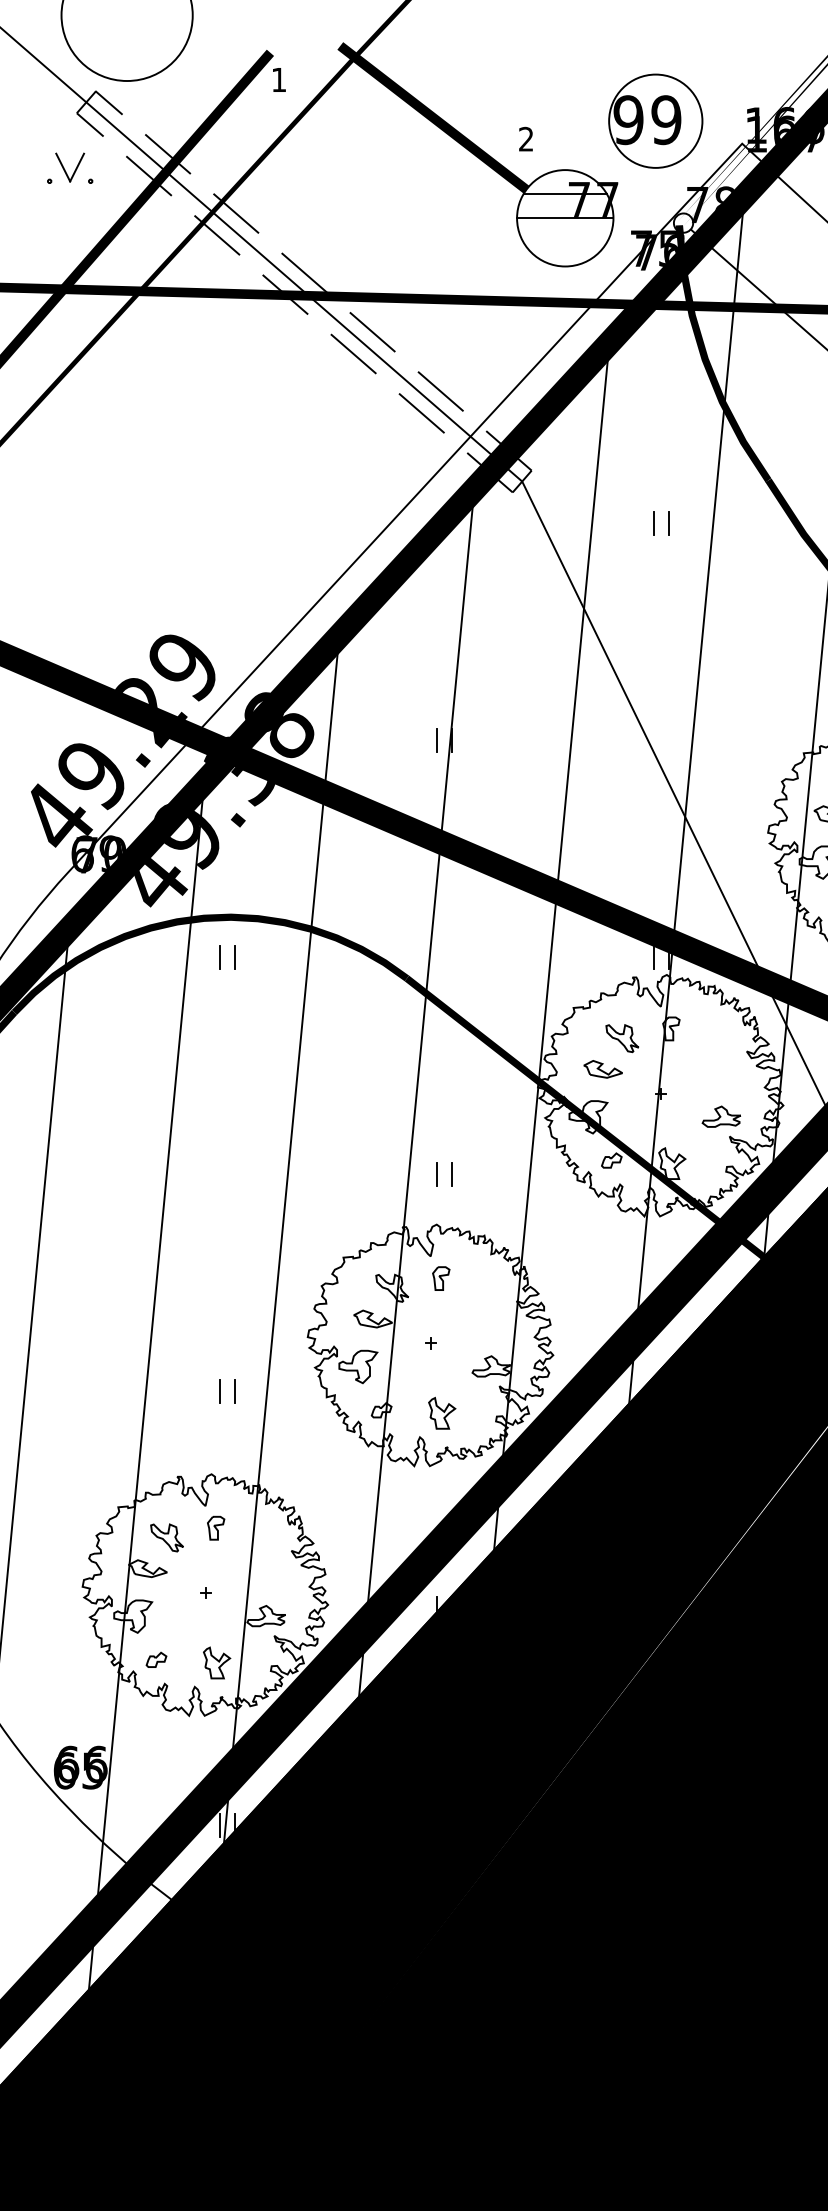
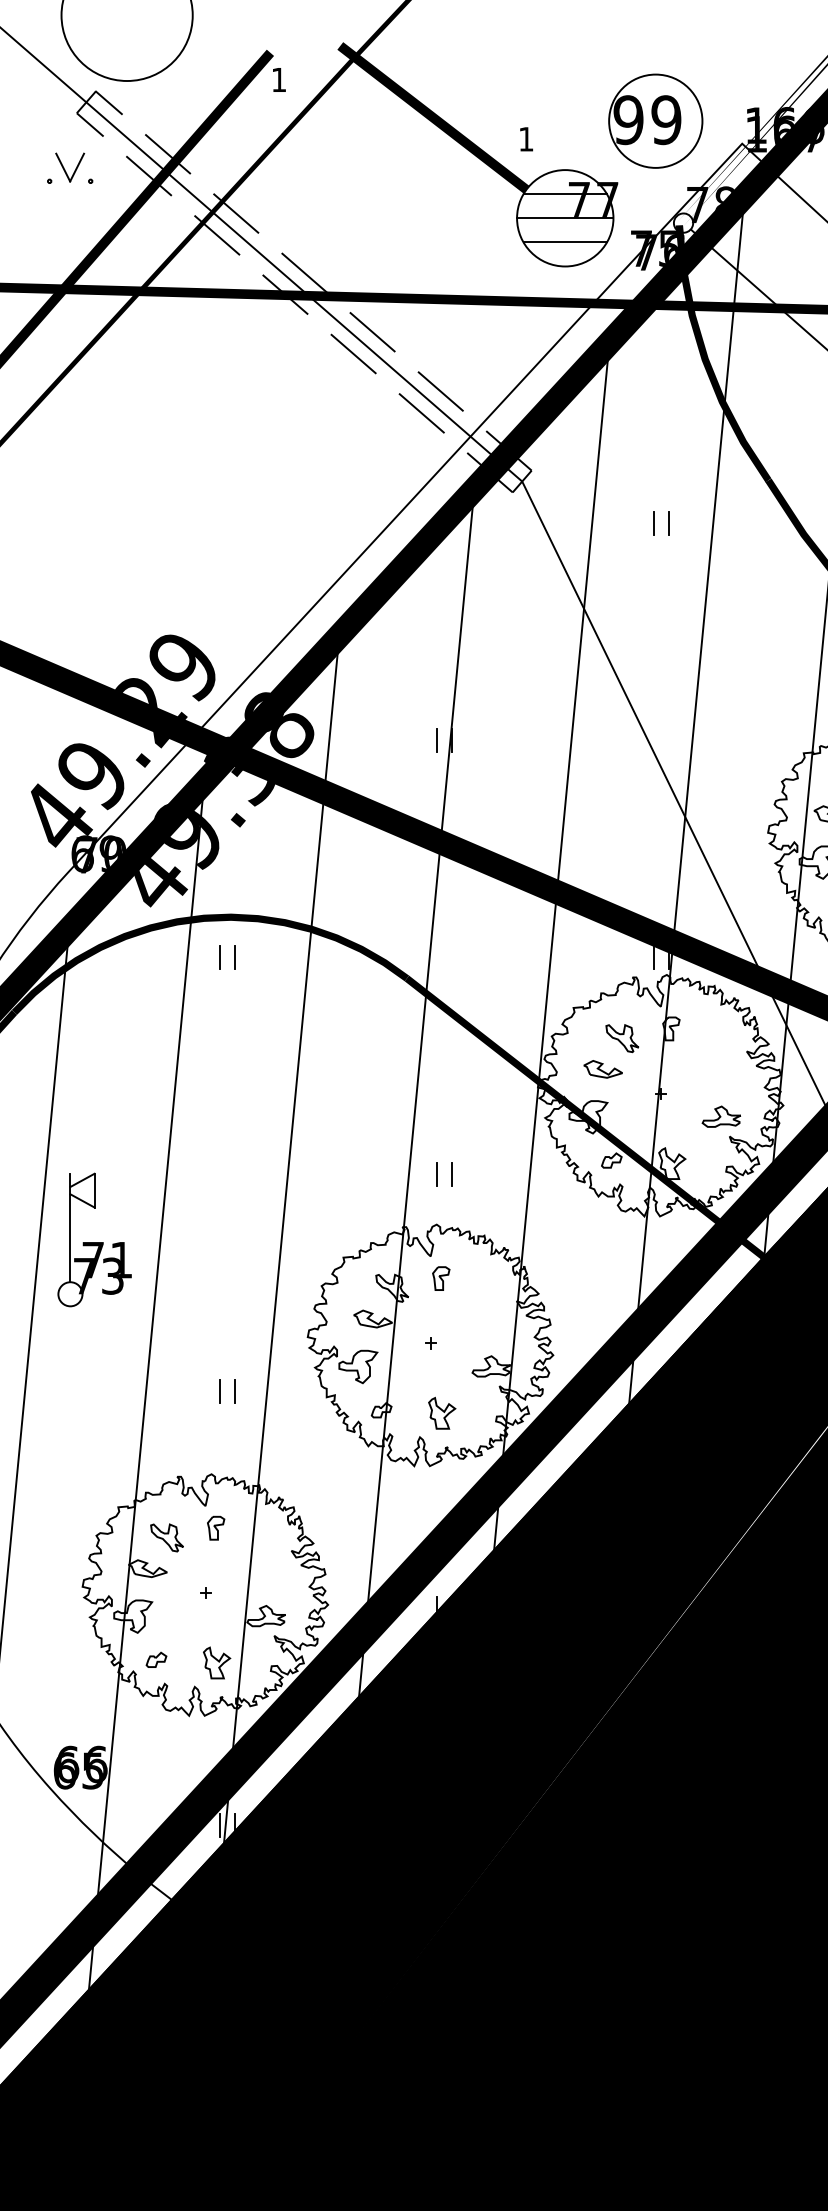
text at (526, 138): 2 -> 1
line at (564, 242): none -> present
part at (94, 1239): none -> present
